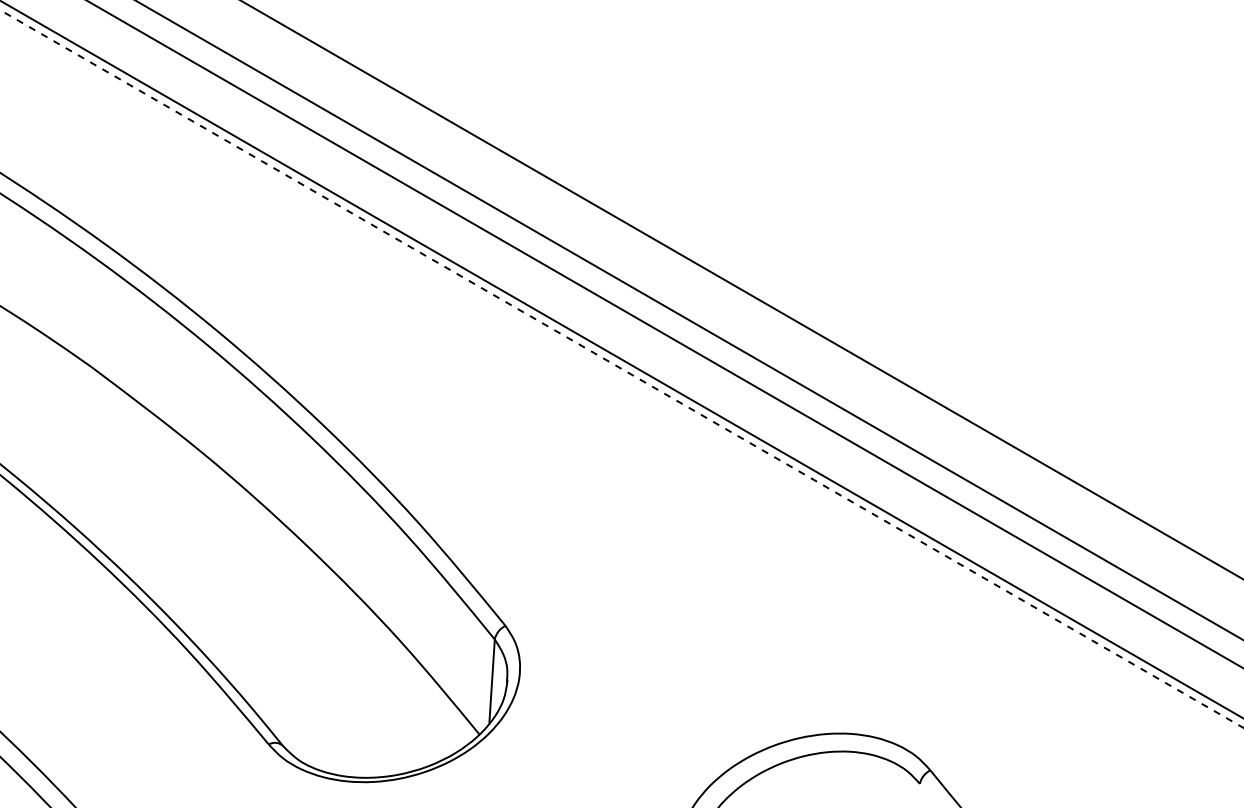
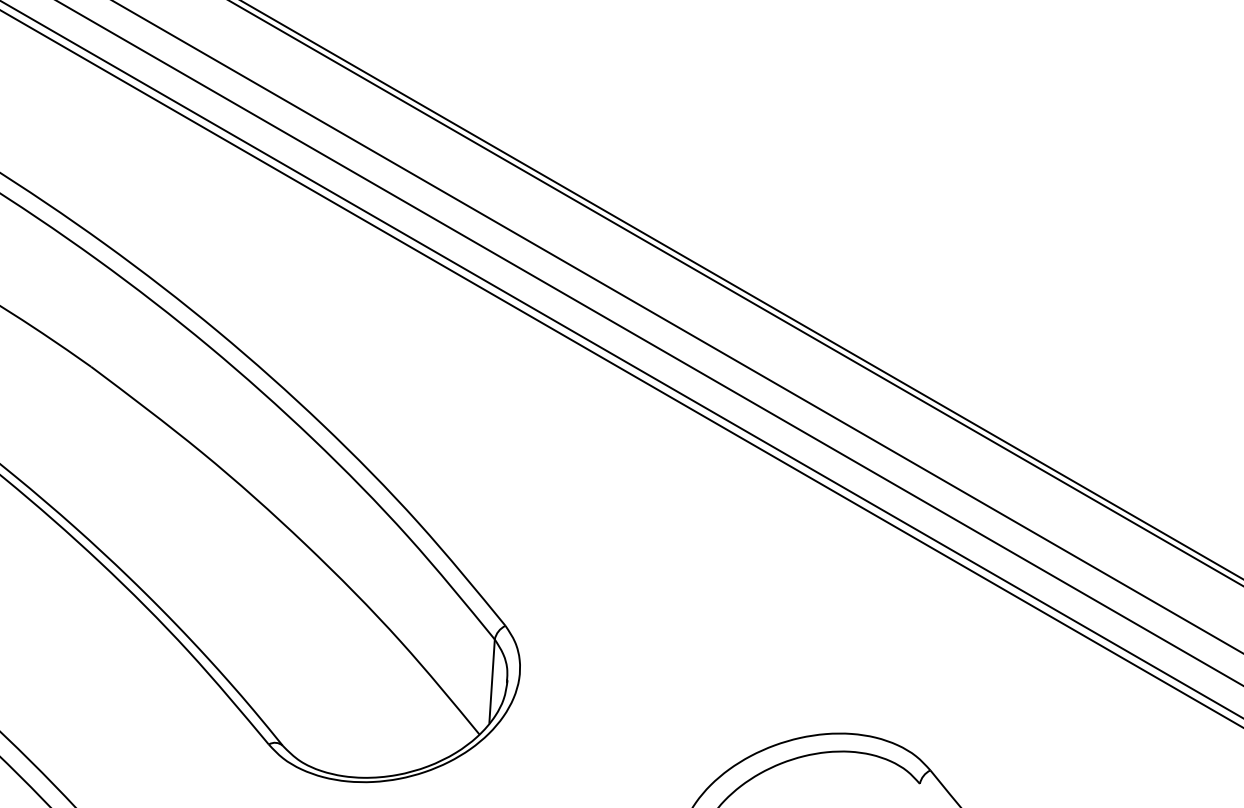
line at (736, 293): none -> present
line at (689, 320) position: (689, 320) -> (677, 327)
line at (664, 334) position: (664, 334) -> (649, 343)
line at (621, 369): dashed -> solid
